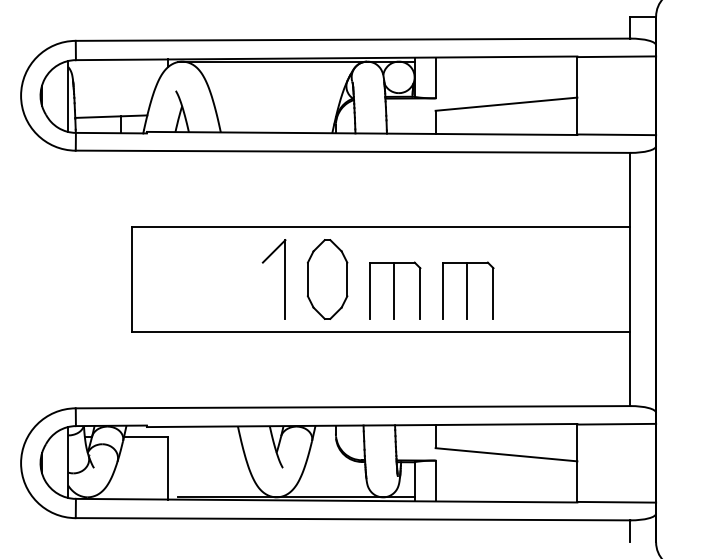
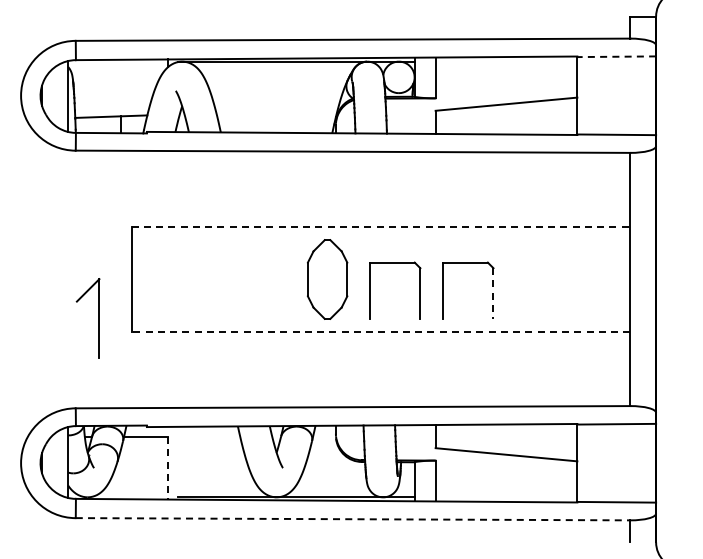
line at (616, 56): solid -> dashed
line at (381, 227): solid -> dashed
part at (284, 279) position: (284, 279) -> (98, 318)
line at (394, 290): present -> none
line at (467, 290): present -> none
line at (493, 294): solid -> dashed
line at (380, 332): solid -> dashed
line at (167, 468): solid -> dashed
line at (353, 519): solid -> dashed
